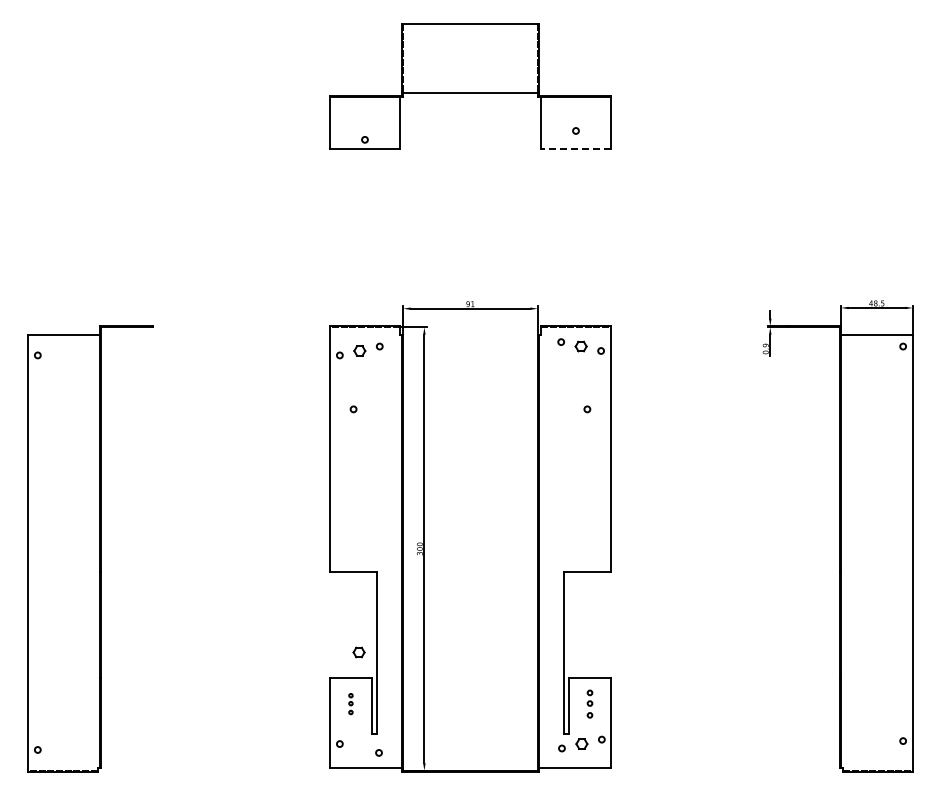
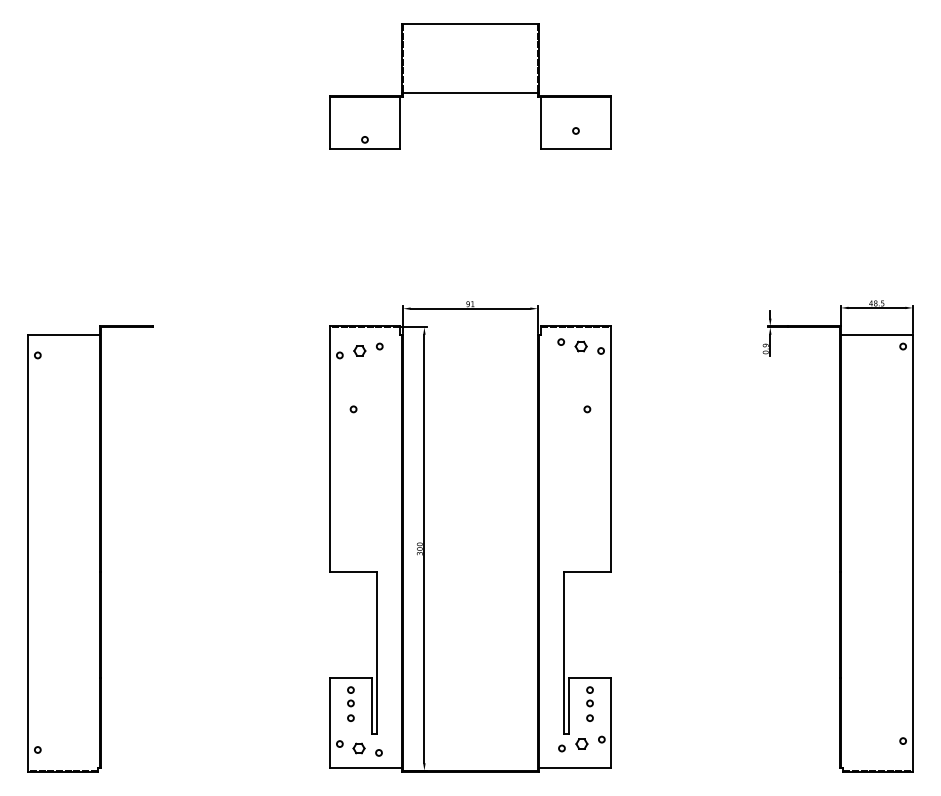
line at (576, 148): dashed -> solid
part at (358, 652) position: (358, 652) -> (358, 748)
part at (589, 703) size: 8x30 px -> 8x36 px
part at (350, 704) size: 6x23 px -> 8x36 px
